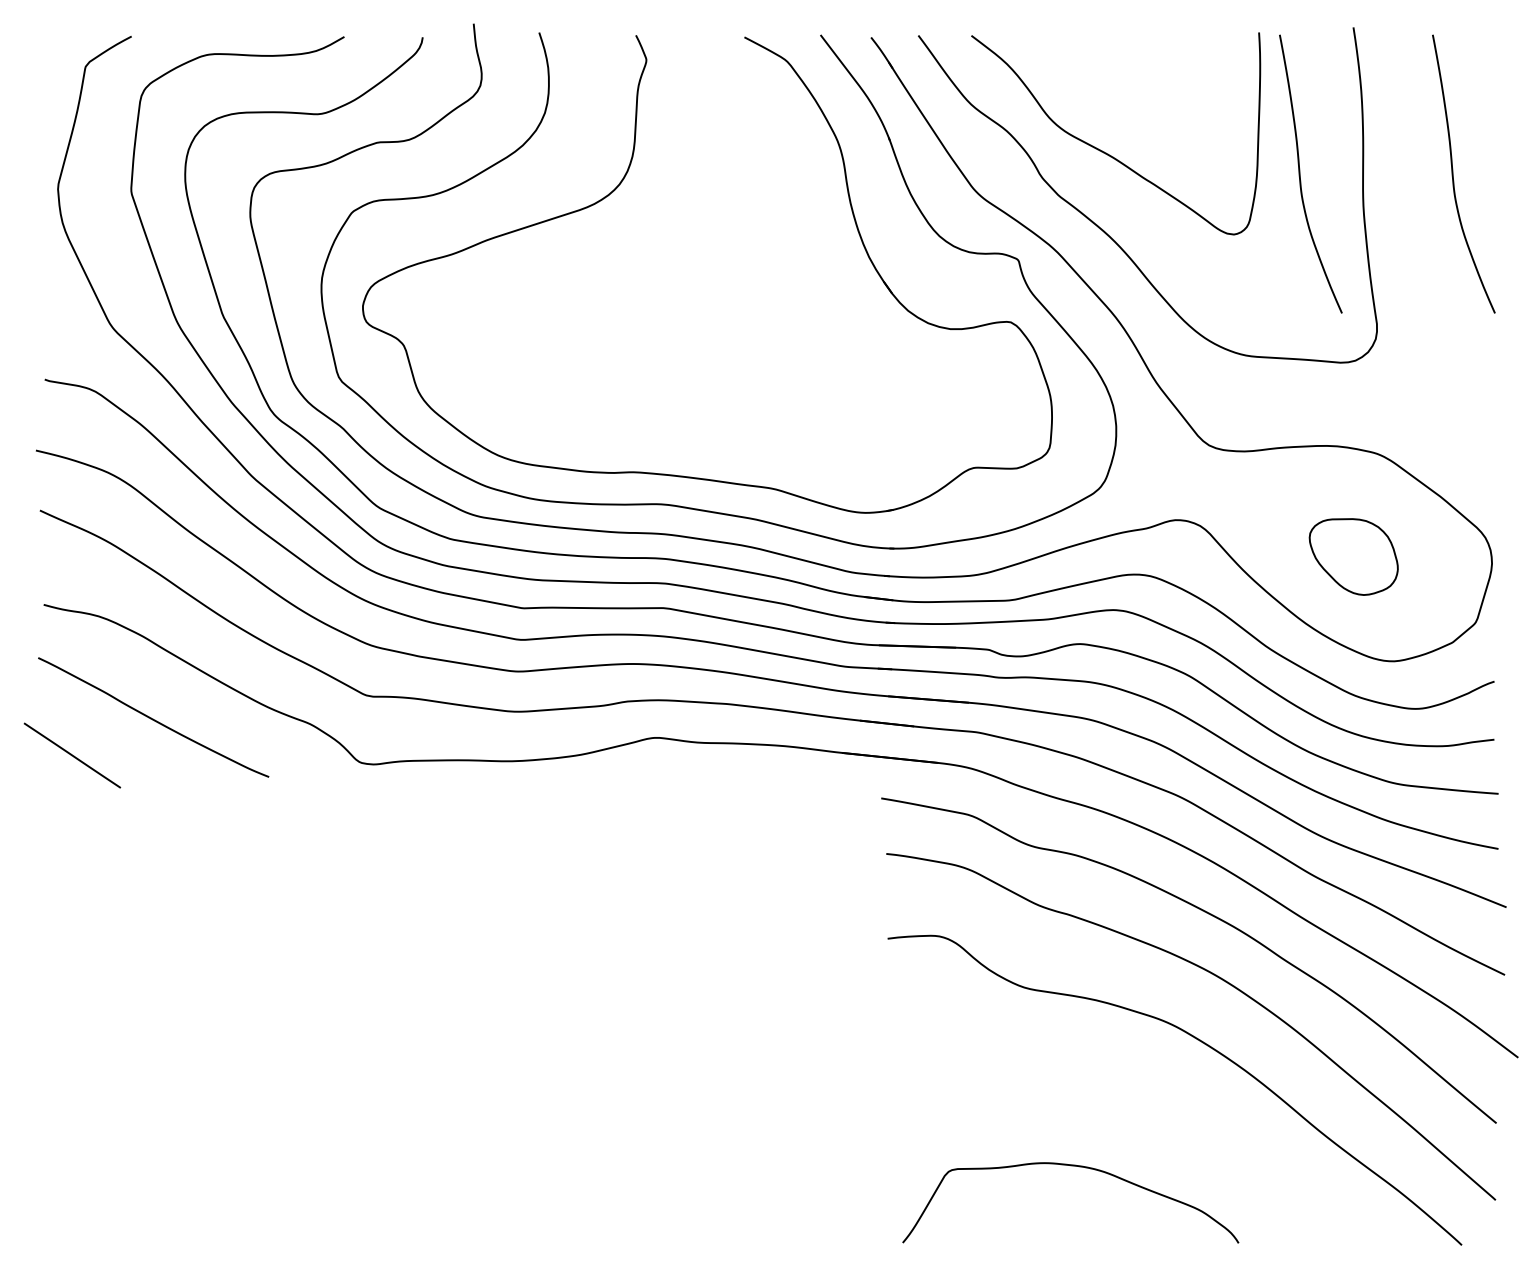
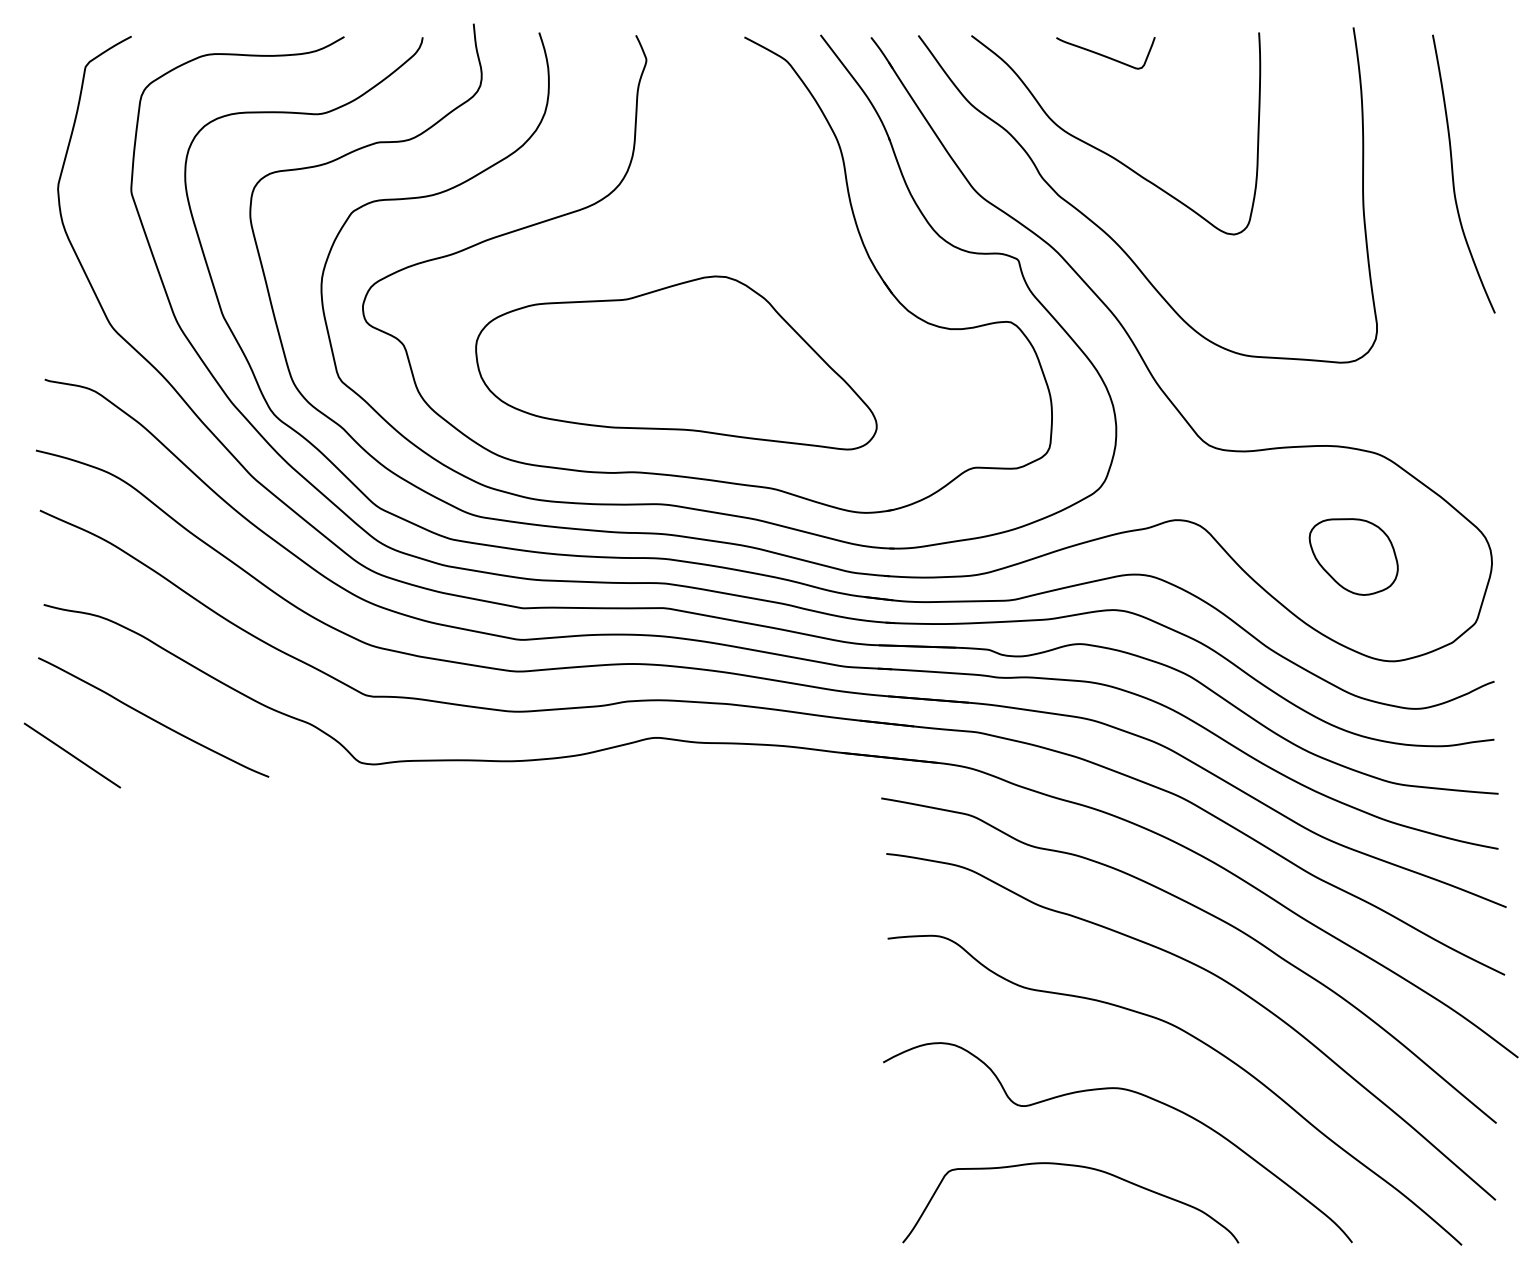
curve at (1105, 55): none -> present
curve at (1300, 173): present -> none
part at (676, 362): none -> present
curve at (1128, 1091): none -> present
